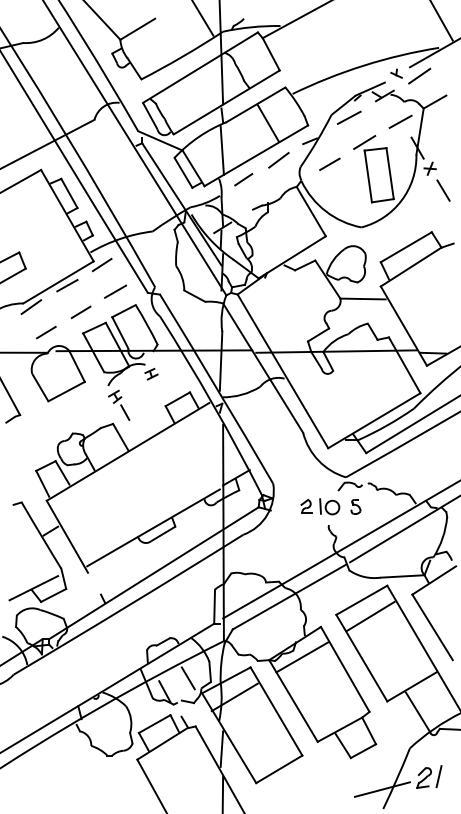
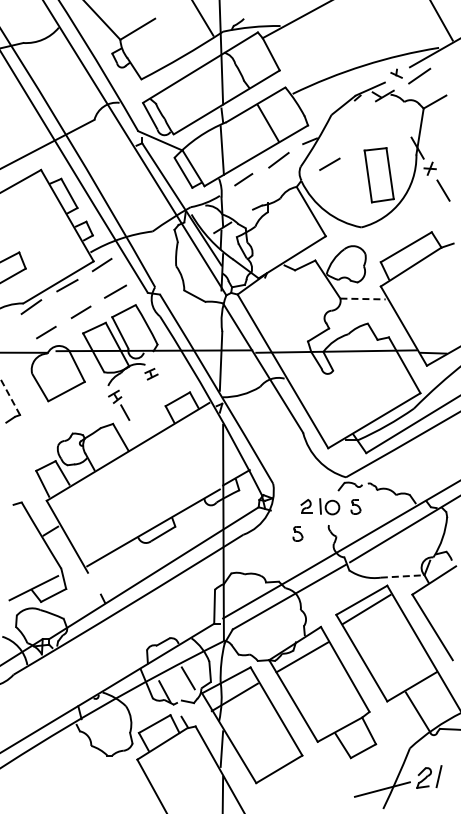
line at (348, 117): present -> none
line at (400, 121): present -> none
line at (364, 142): present -> none
line at (363, 299): solid -> dashed
line at (9, 396): solid -> dashed
part at (297, 533): none -> present
line at (402, 576): solid -> dashed
line at (370, 616) position: (370, 616) -> (366, 609)
